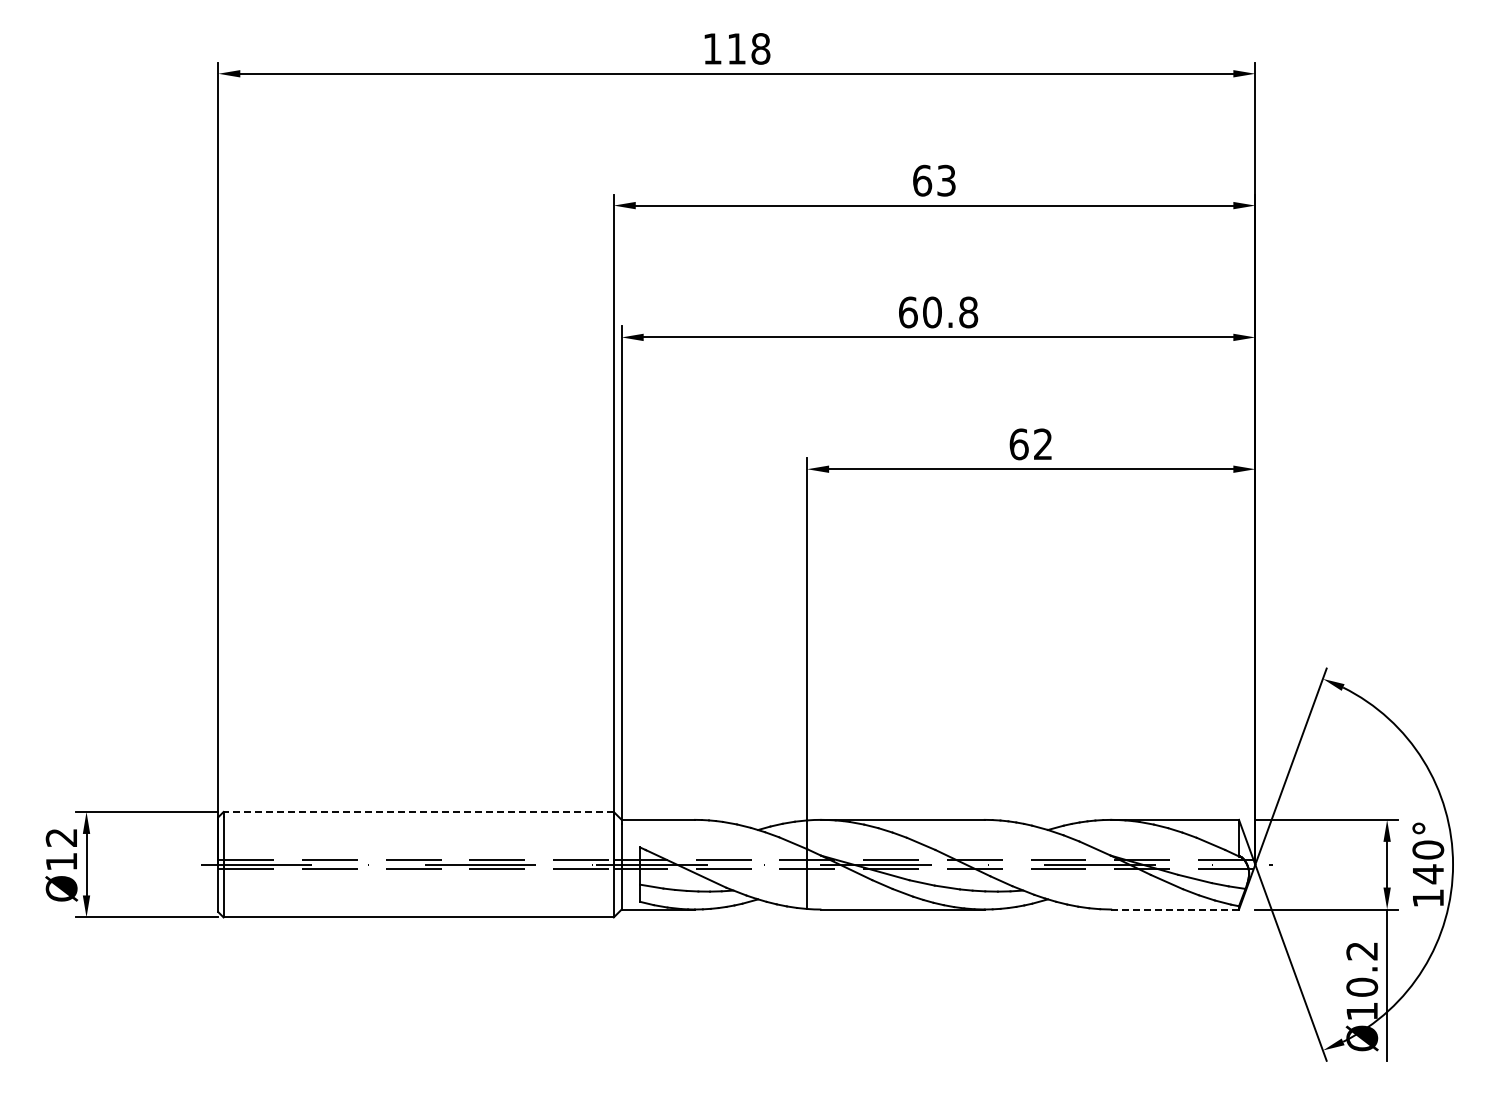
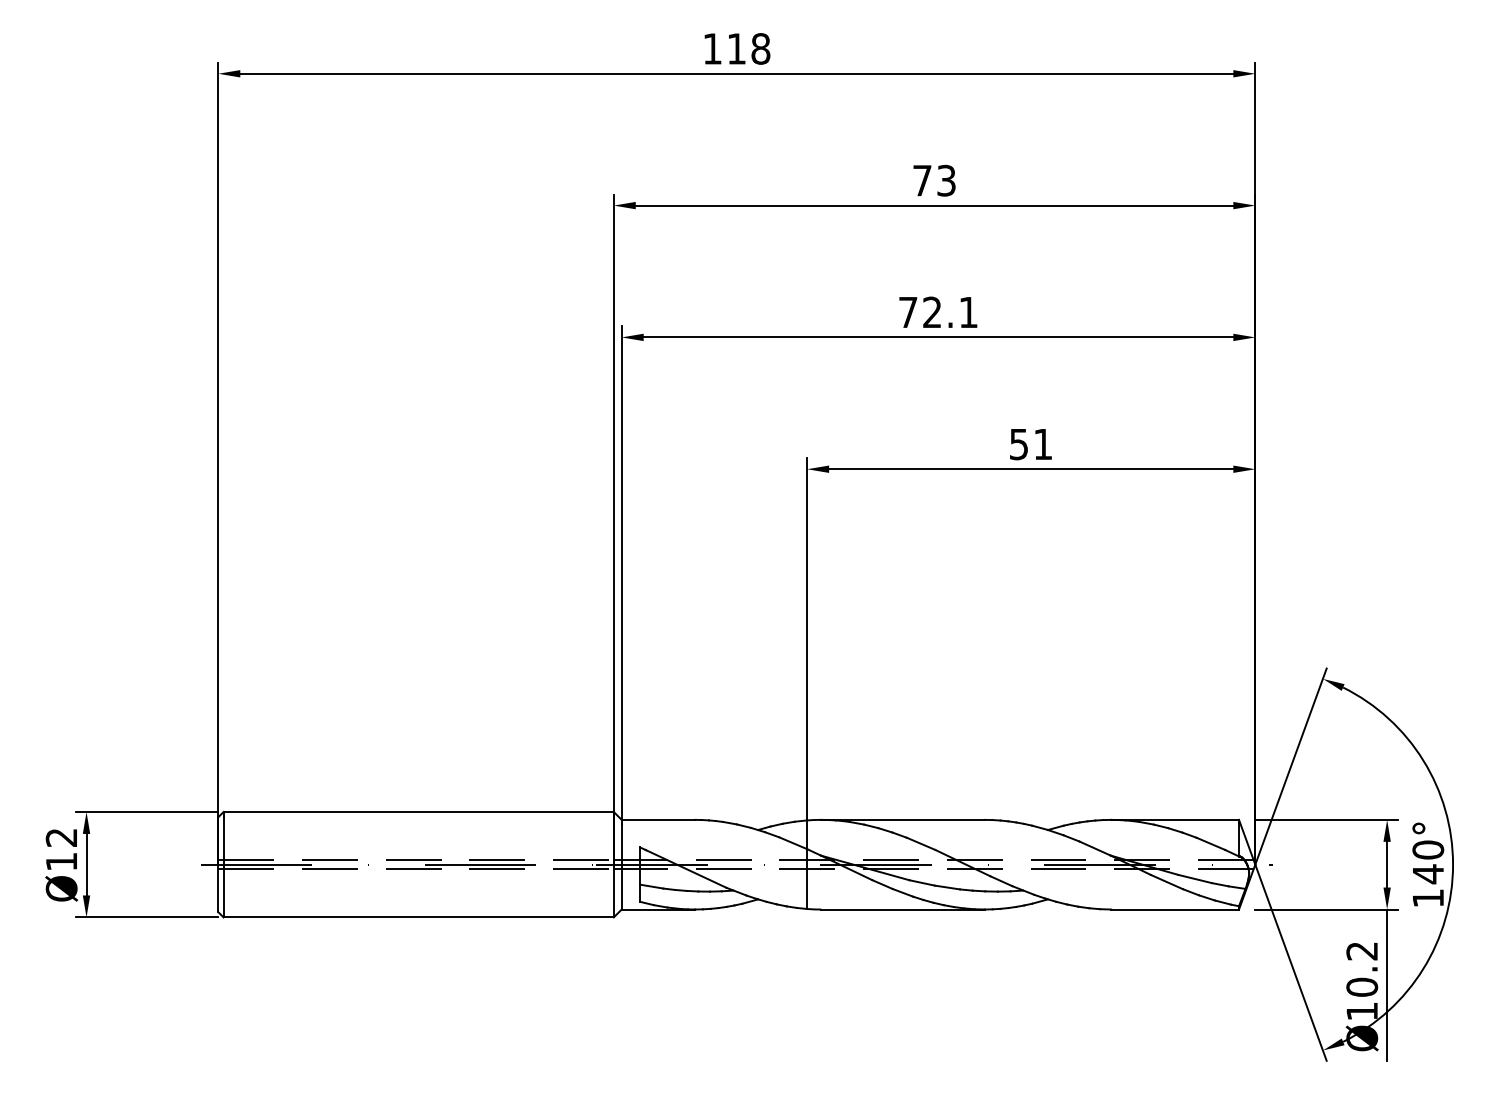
text at (922, 180): 63 -> 73
text at (938, 312): 60.8 -> 72.1
text at (1030, 444): 62 -> 51
line at (418, 811): dashed -> solid
line at (1175, 909): dashed -> solid
